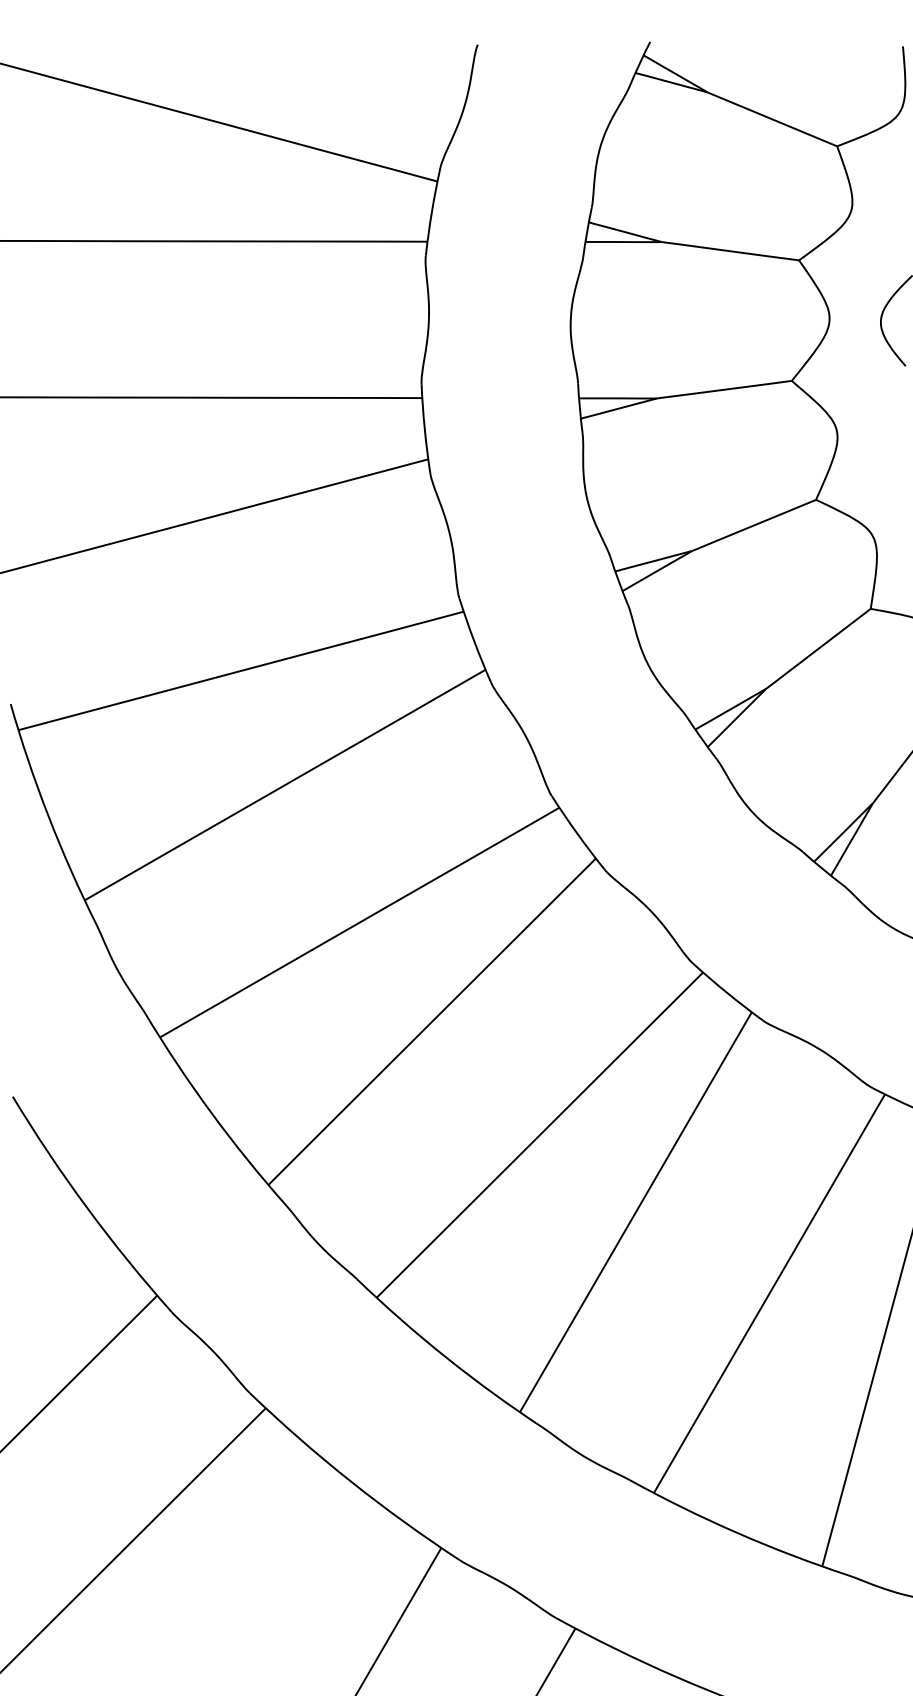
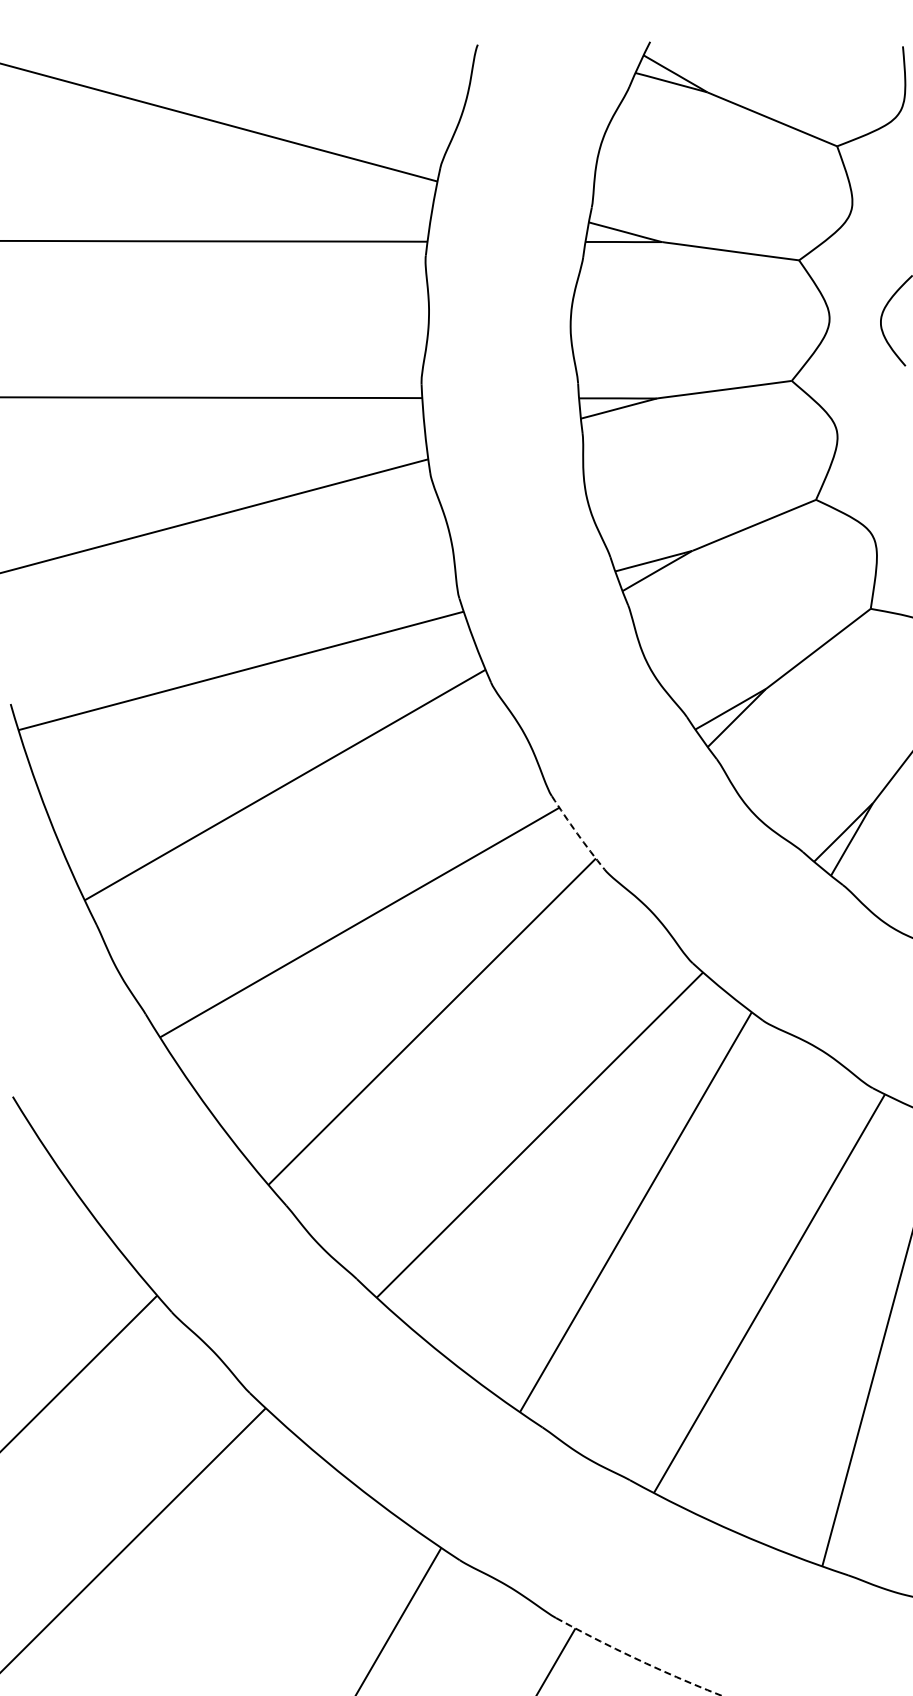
arc at (577, 833): solid -> dashed
arc at (638, 1660): solid -> dashed
